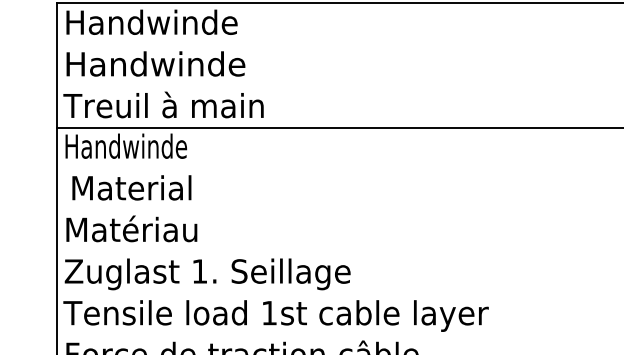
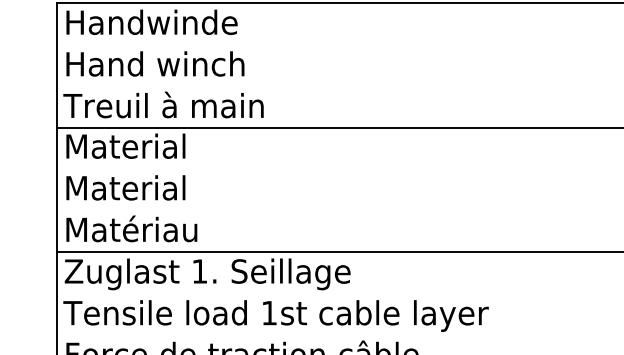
text at (155, 63): Handwinde -> Hand winch
text at (126, 145): Handwinde -> Material
text at (131, 187) position: (131, 187) -> (125, 187)
line at (338, 251): none -> present
